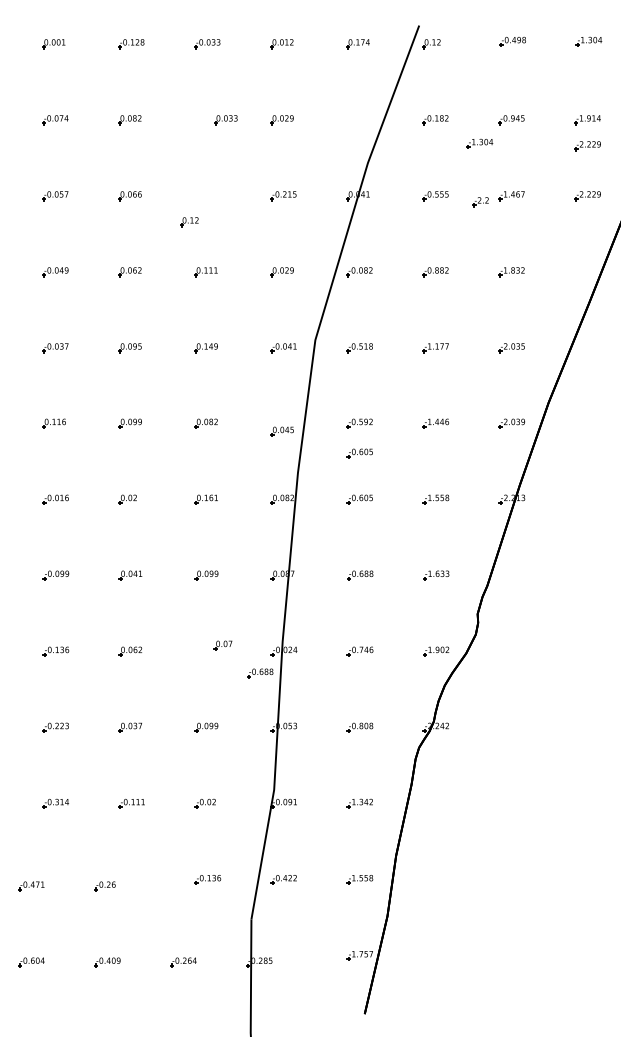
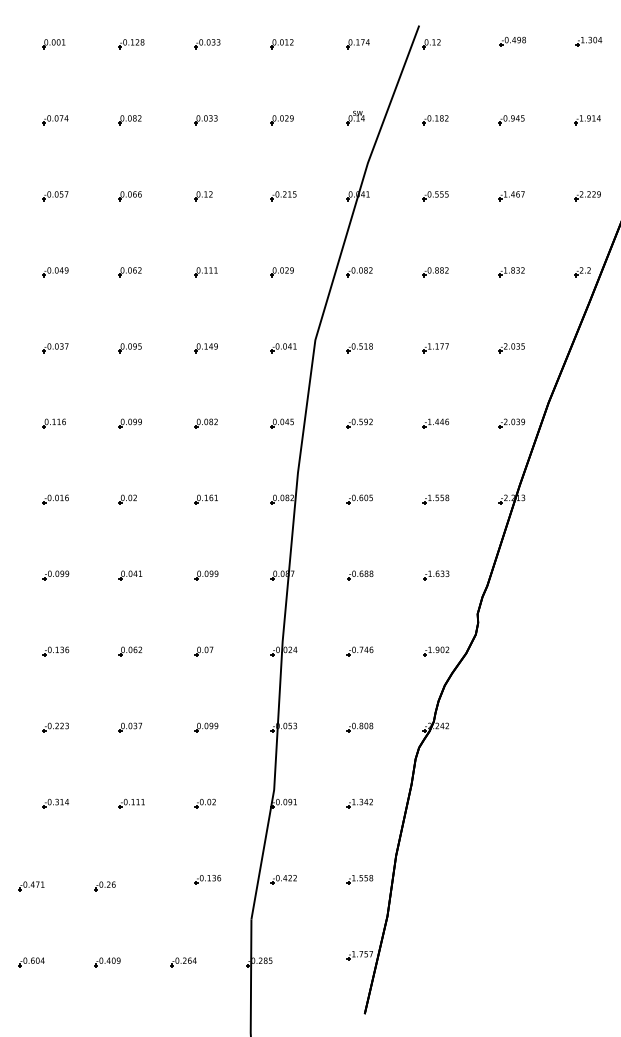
part at (355, 117): none -> present
part at (225, 120) position: (225, 120) -> (205, 120)
part at (479, 143): present -> none
part at (587, 146): present -> none
part at (480, 202) position: (480, 202) -> (582, 272)
part at (189, 222) position: (189, 222) -> (203, 196)
part at (281, 431) position: (281, 431) -> (281, 423)
part at (359, 453): present -> none
part at (222, 645) position: (222, 645) -> (203, 651)
part at (260, 673): present -> none
